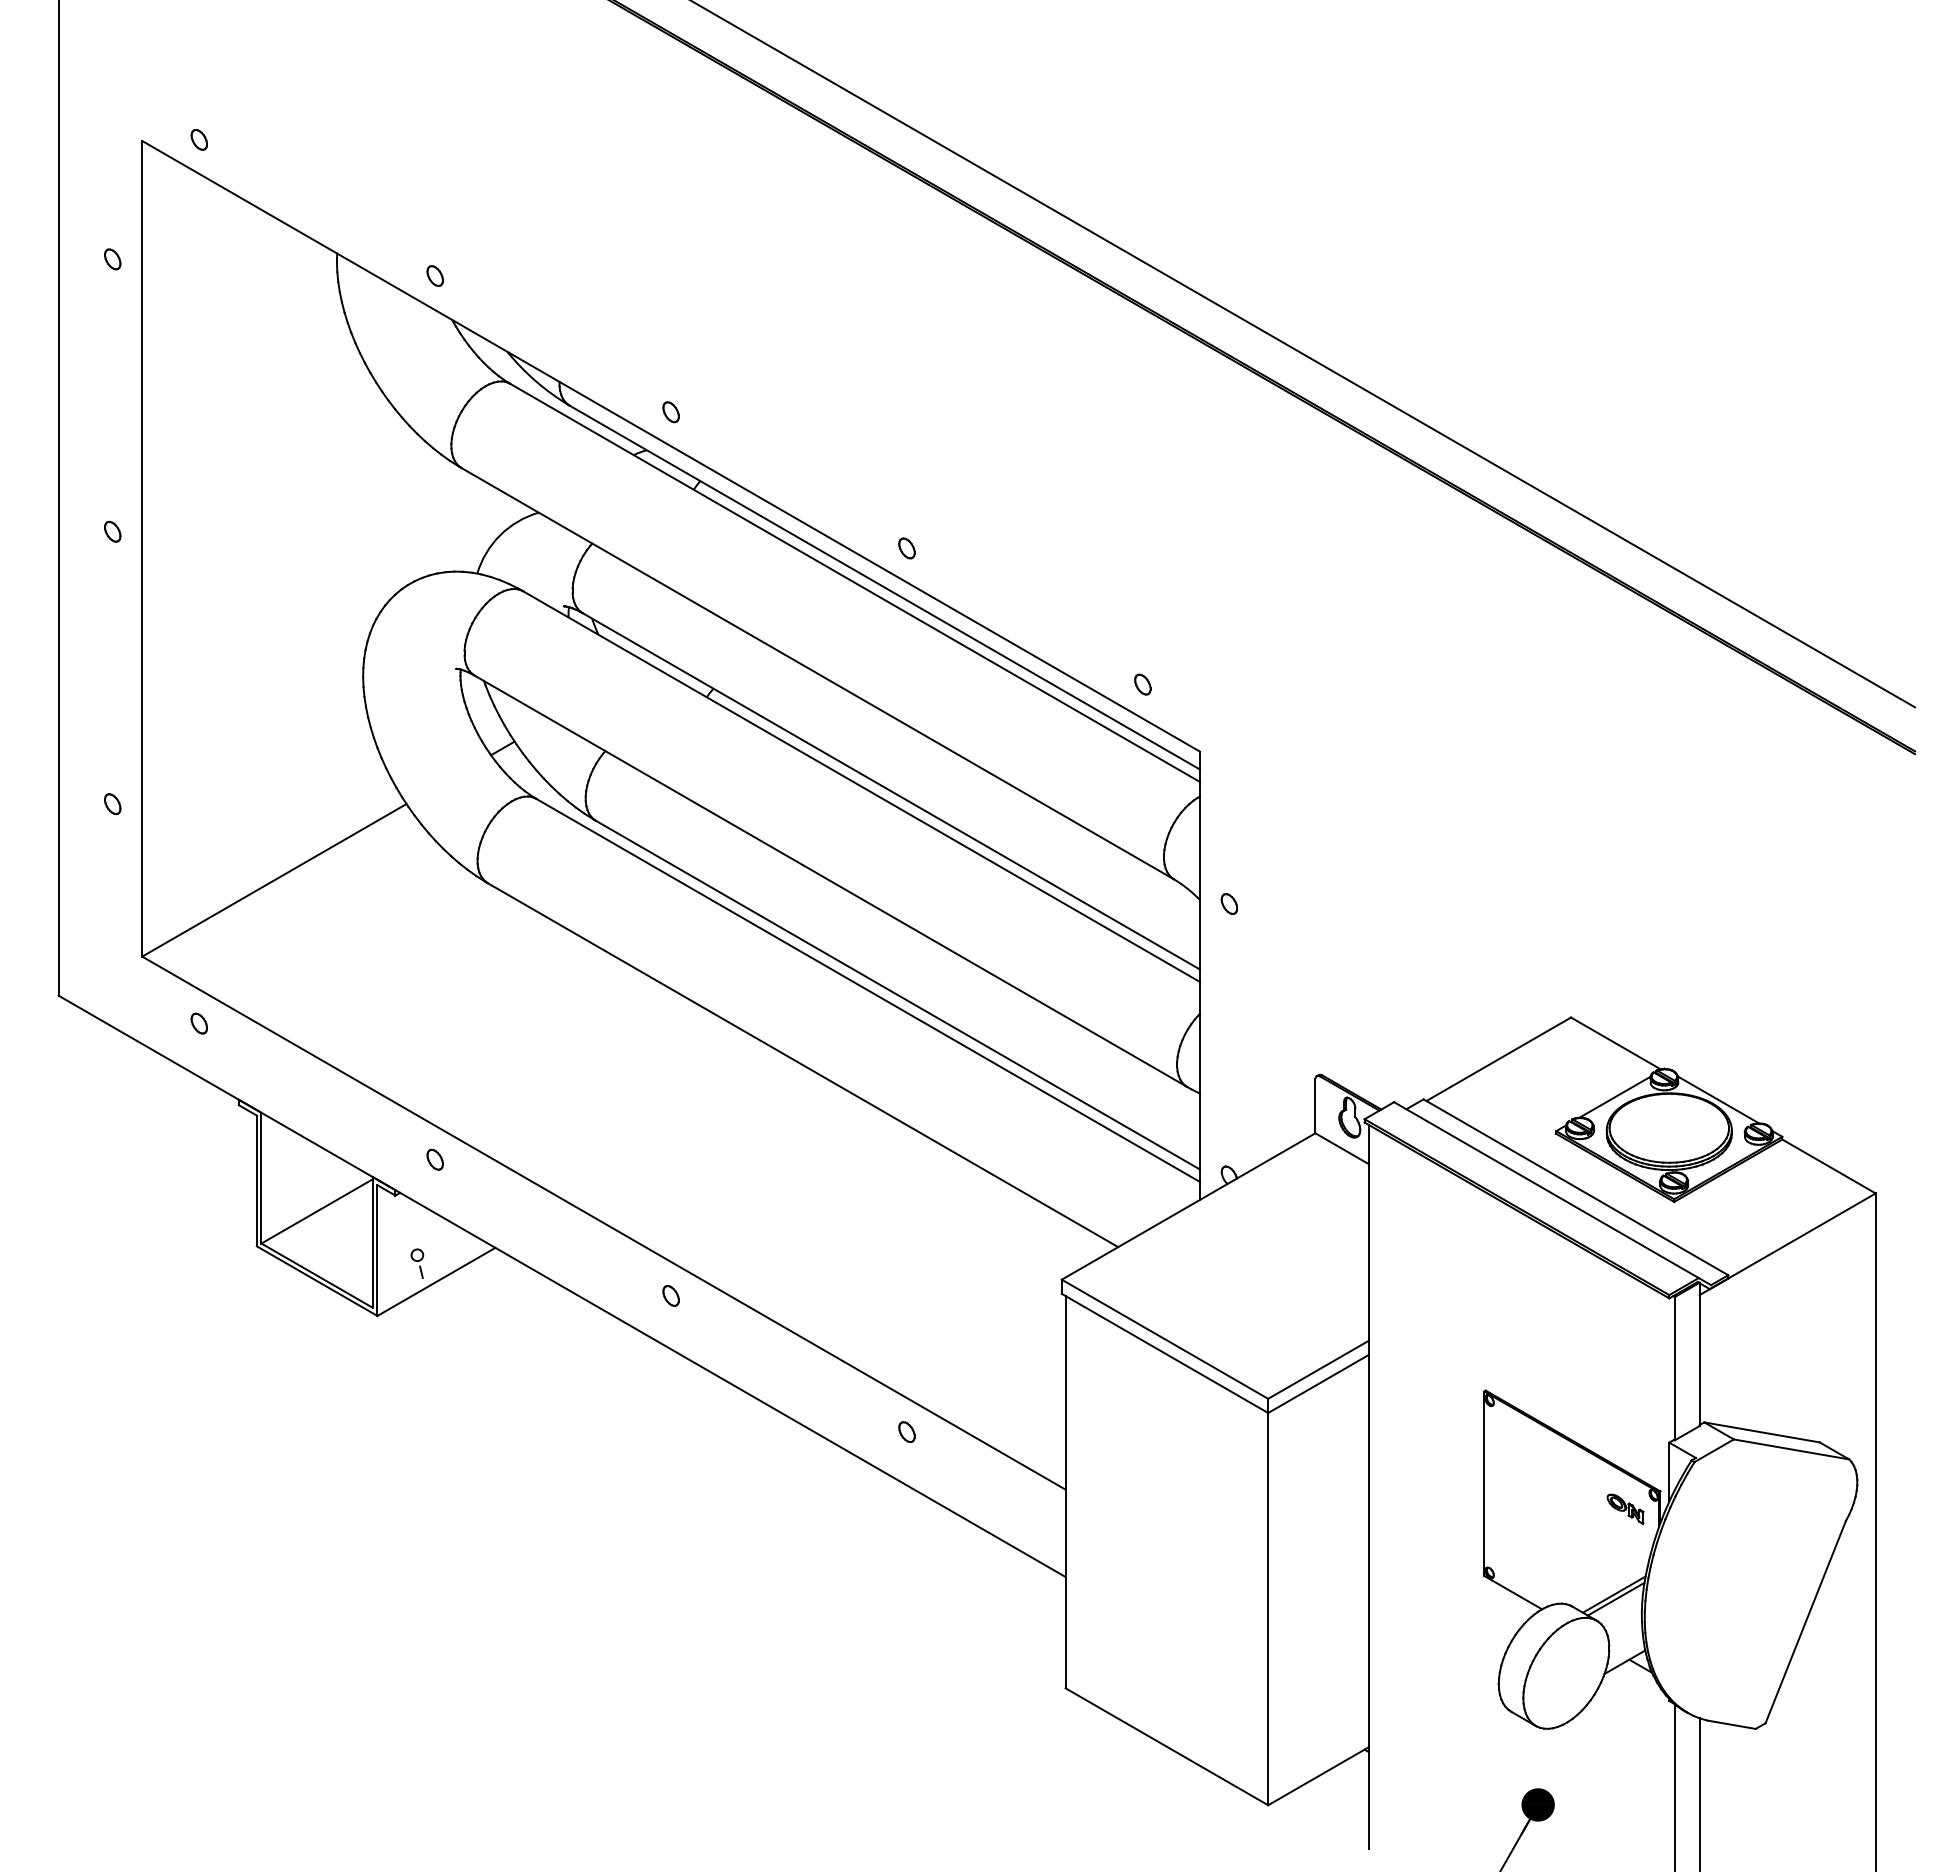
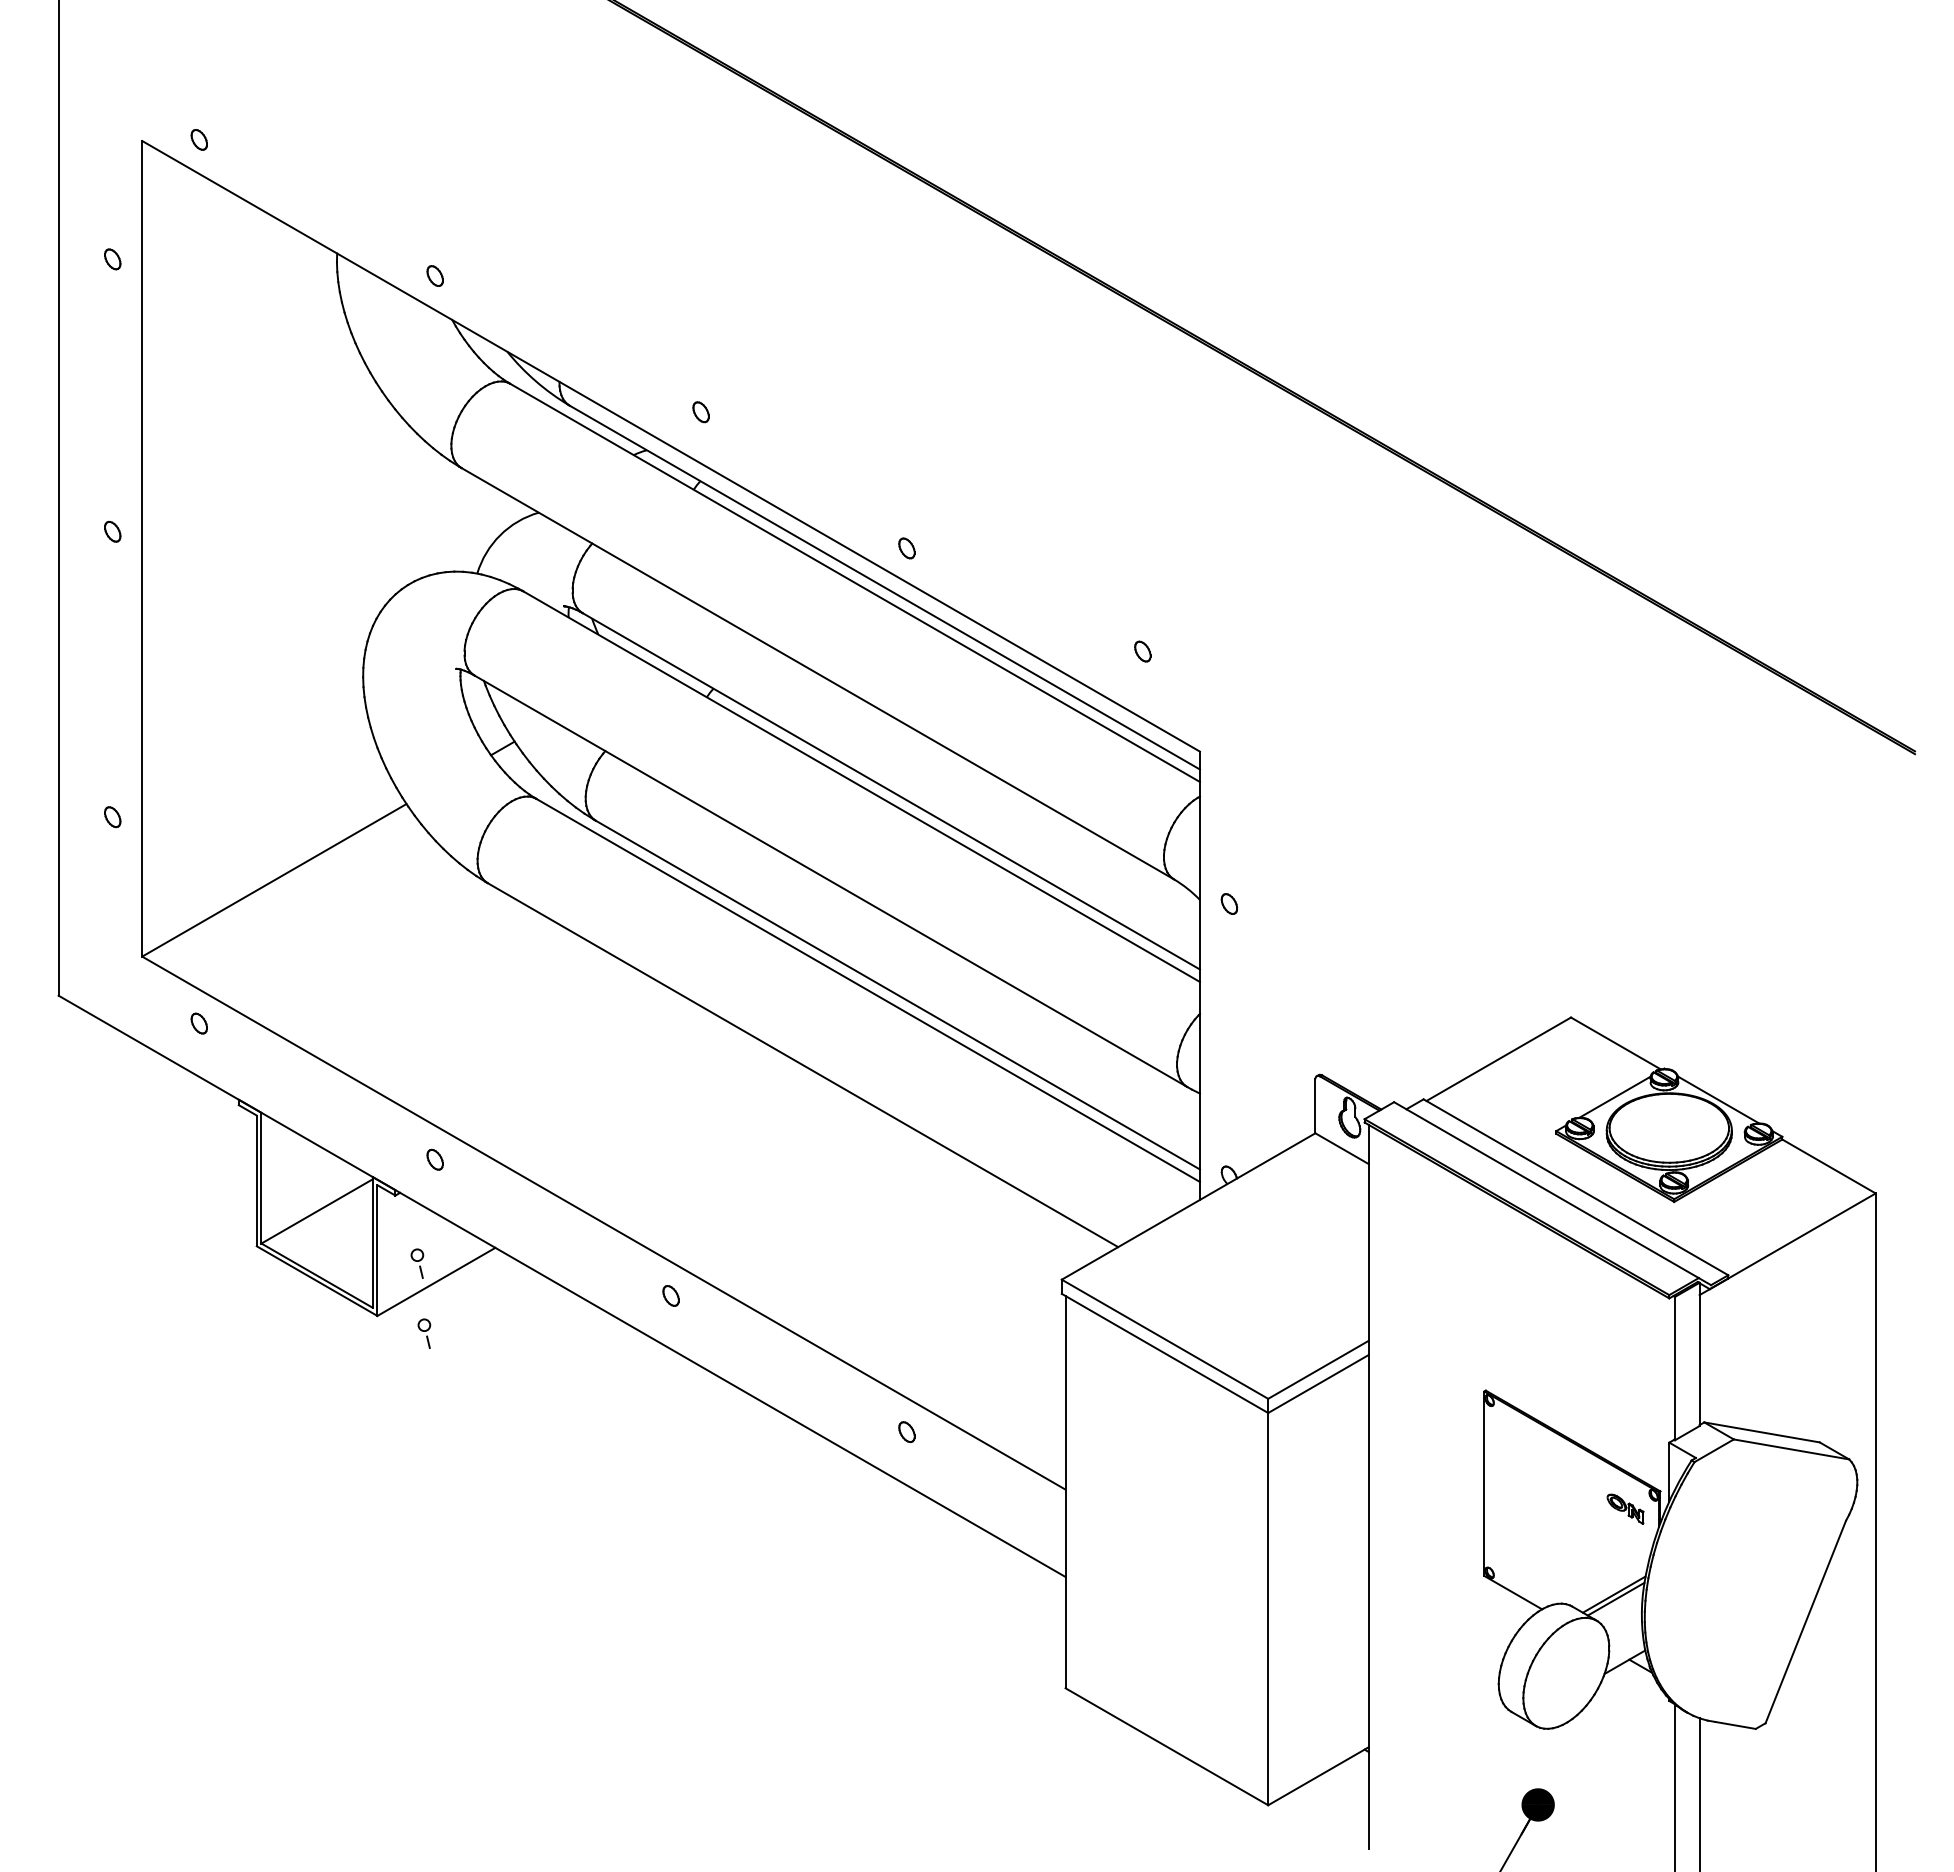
line at (1304, 354): present -> none
part at (670, 412) position: (670, 412) -> (700, 412)
part at (1142, 684) position: (1142, 684) -> (1142, 651)
part at (112, 804) position: (112, 804) -> (112, 817)
part at (424, 1333): none -> present
